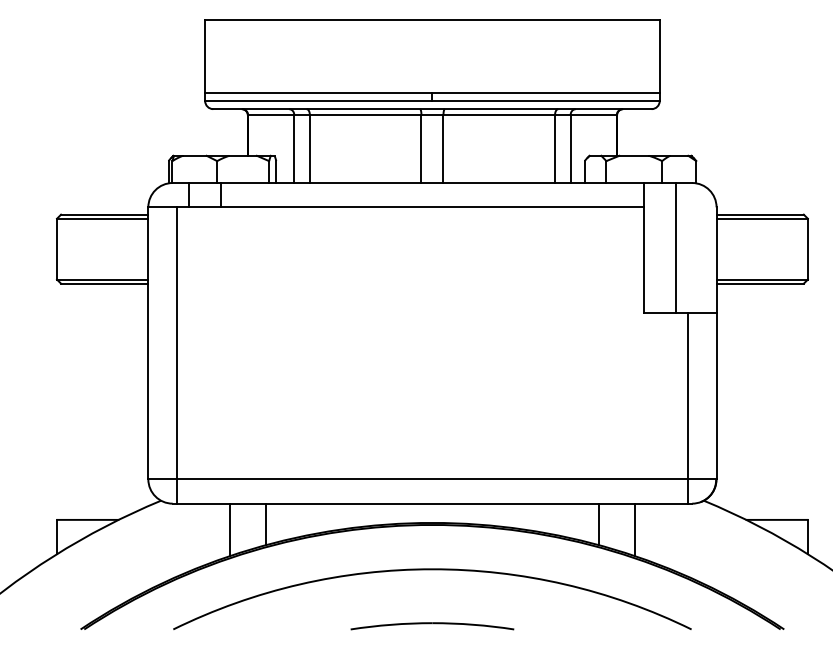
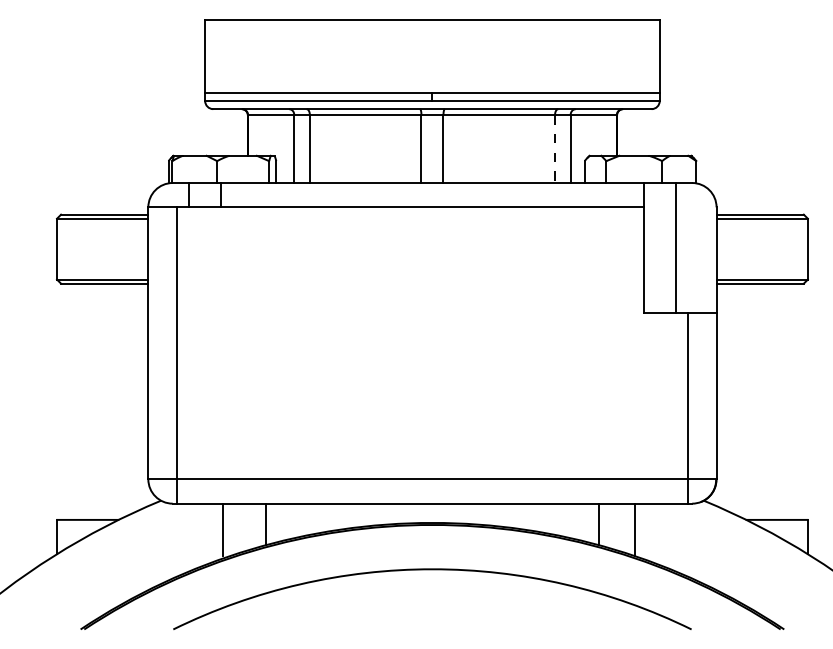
line at (555, 149): solid -> dashed
line at (229, 529) position: (229, 529) -> (222, 529)
part at (432, 626): present -> none
